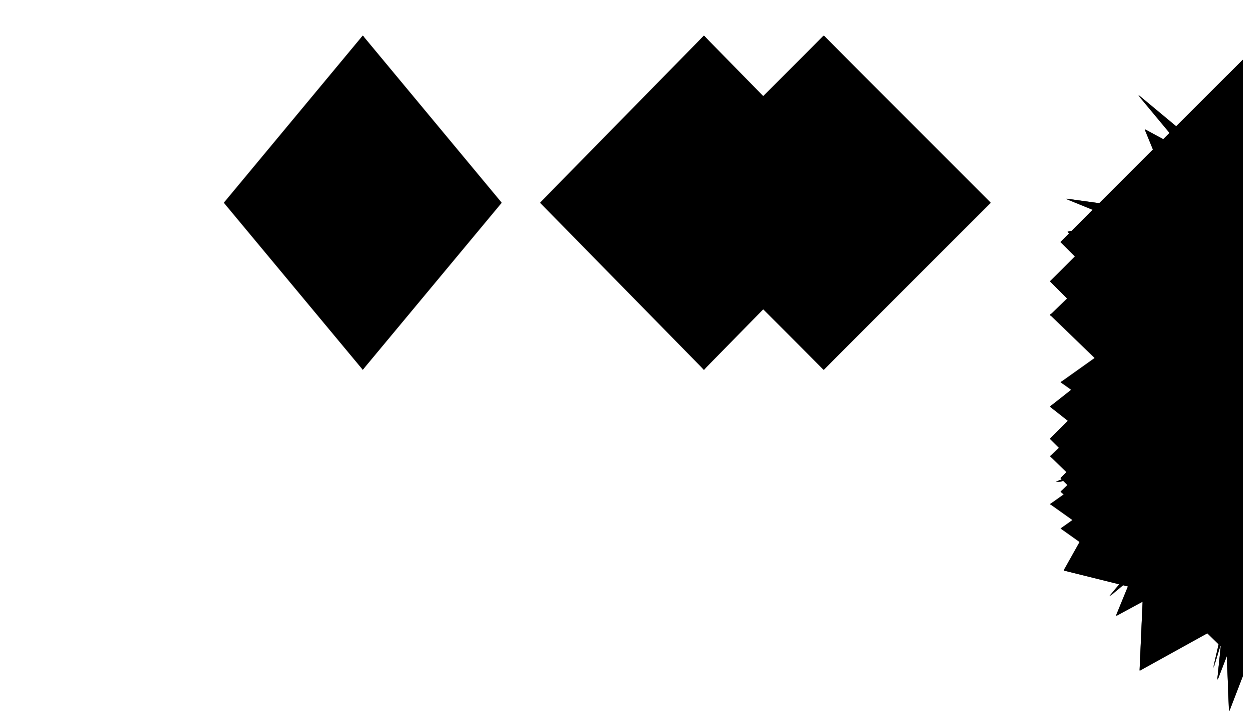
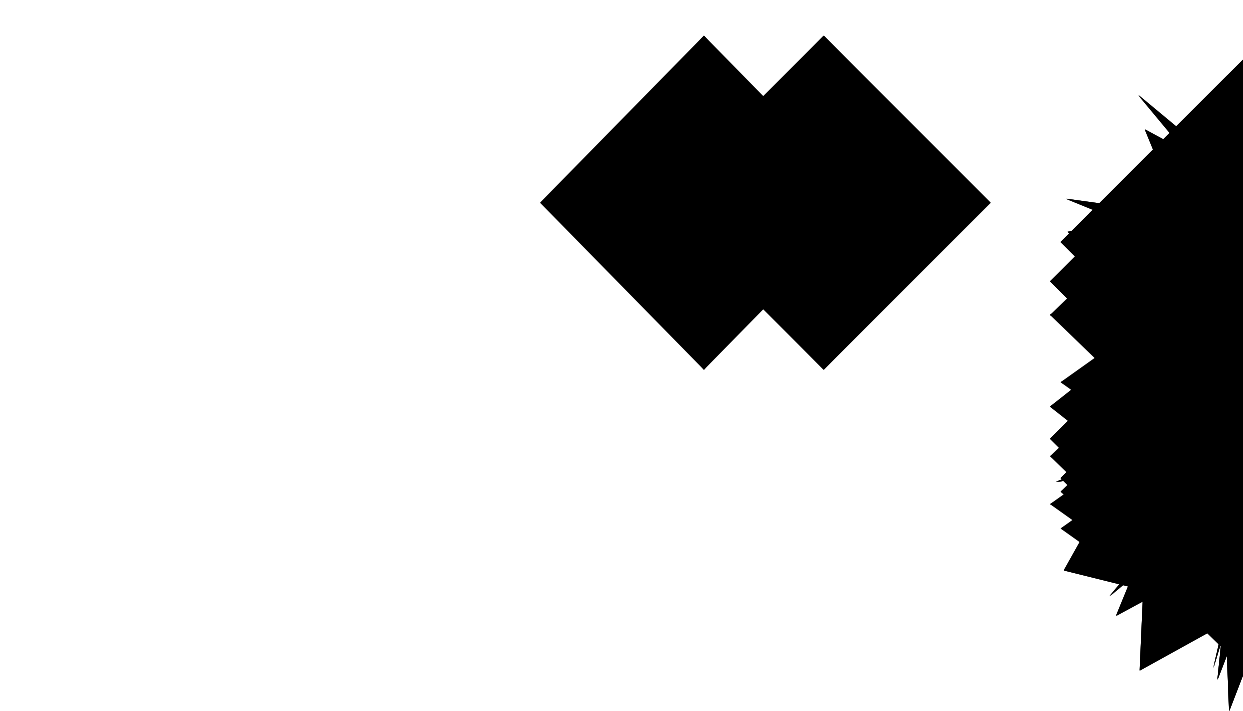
part at (362, 202): present -> none
